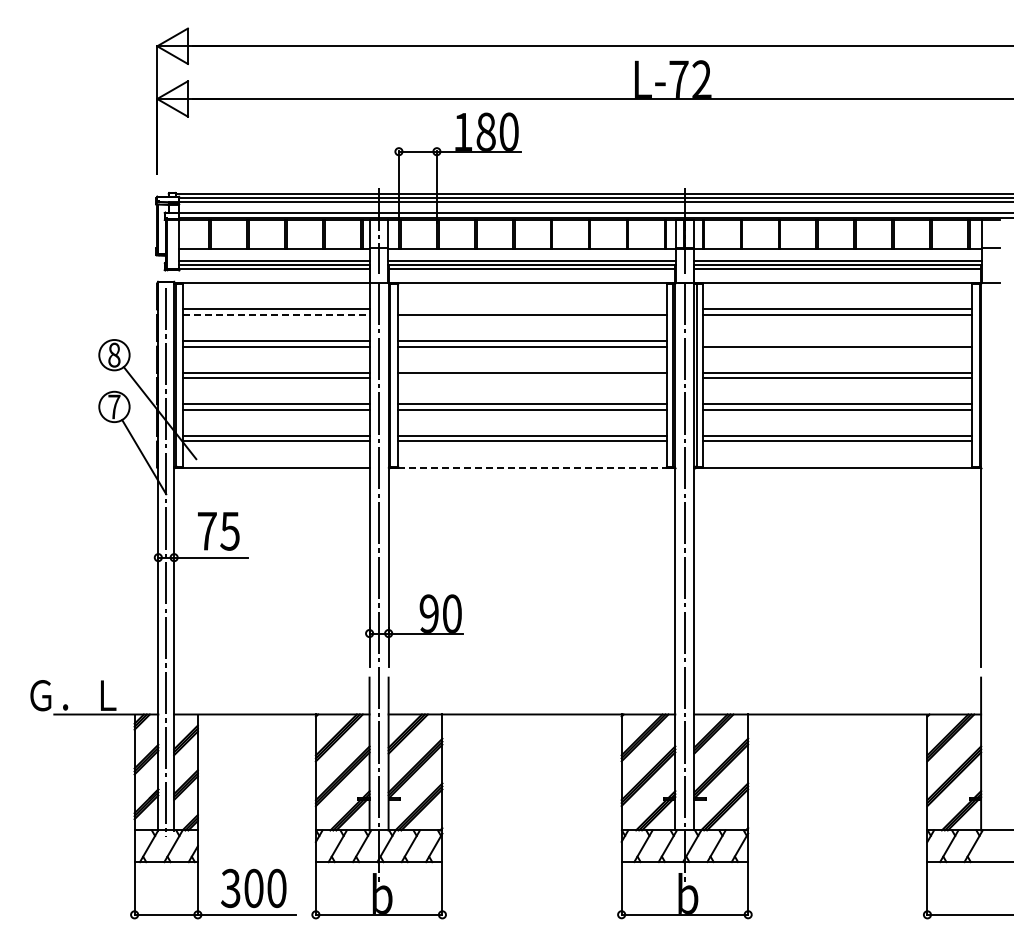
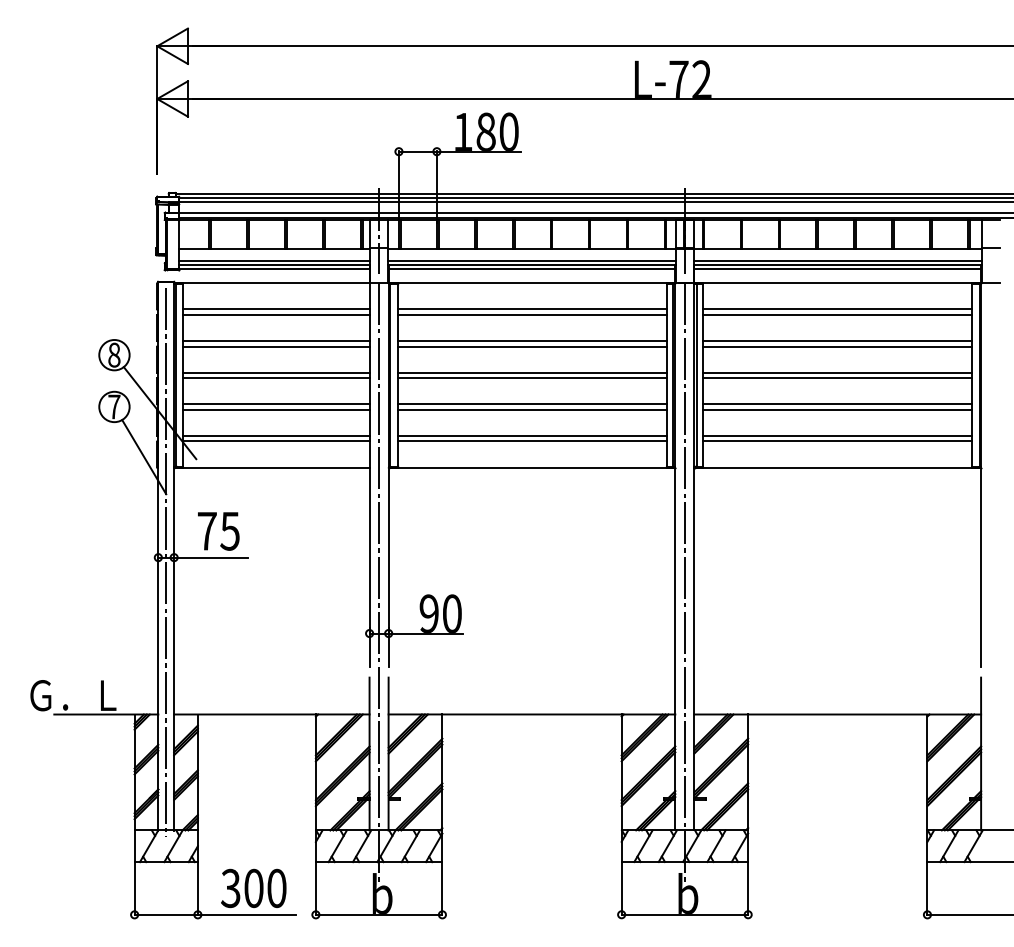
line at (532, 309): none -> present
line at (276, 314): dashed -> solid
line at (836, 341): none -> present
line at (532, 378): none -> present
line at (532, 467): dashed -> solid
